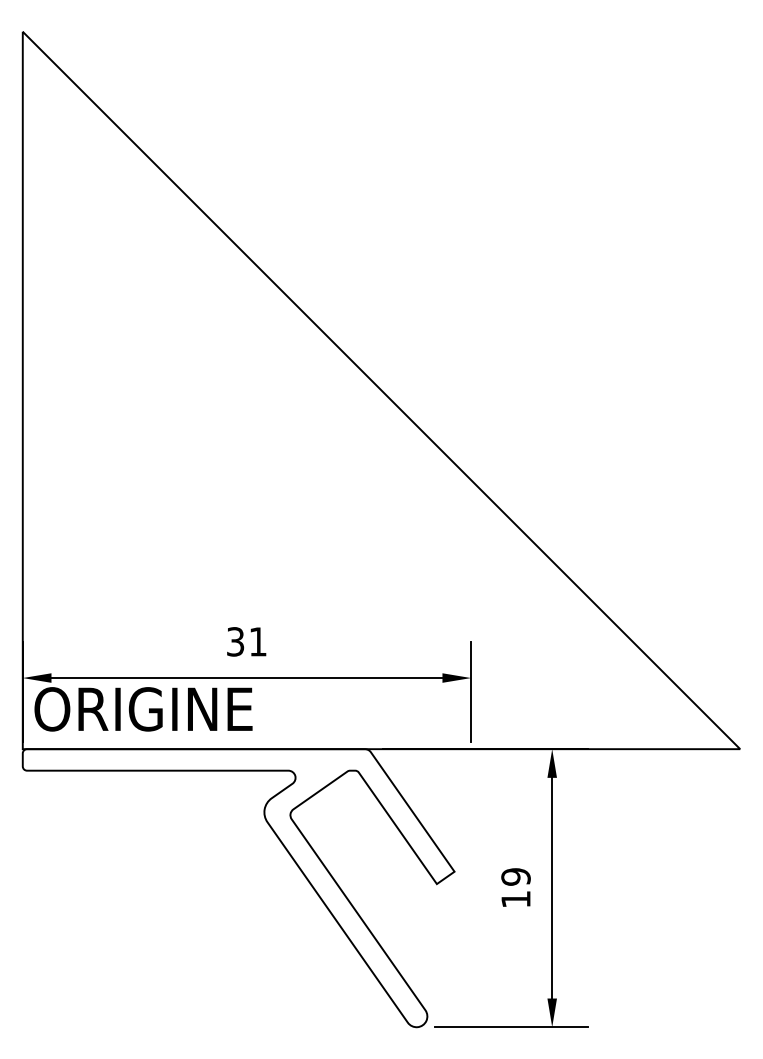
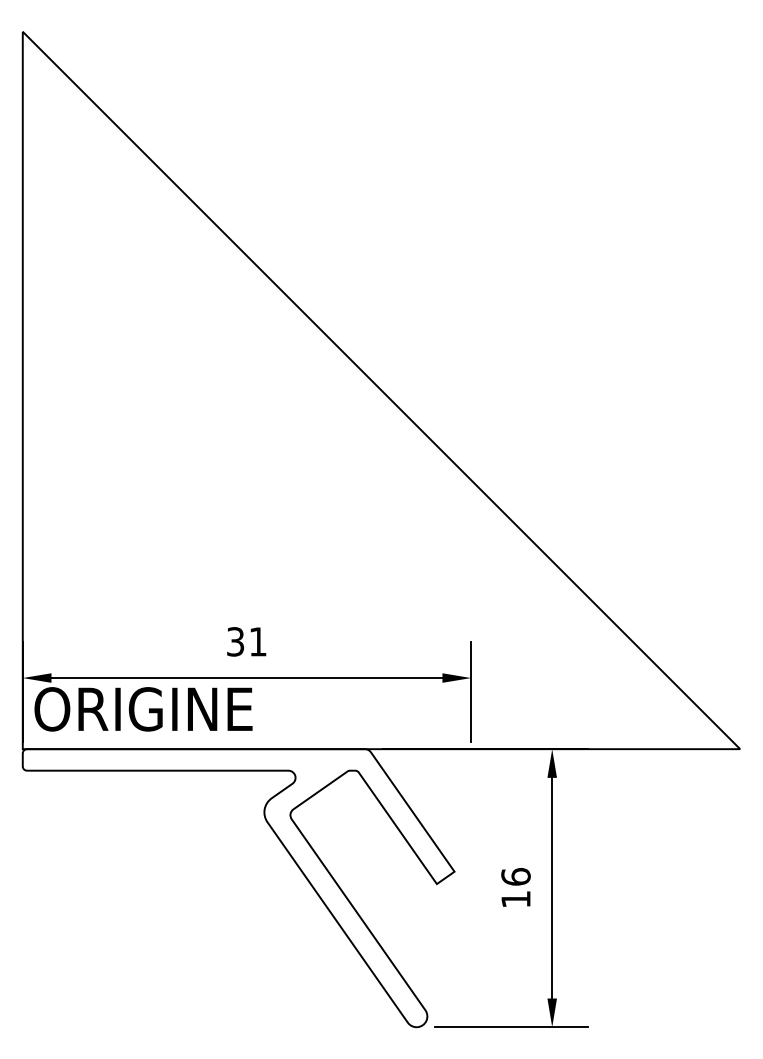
text at (515, 876): 19 -> 16
